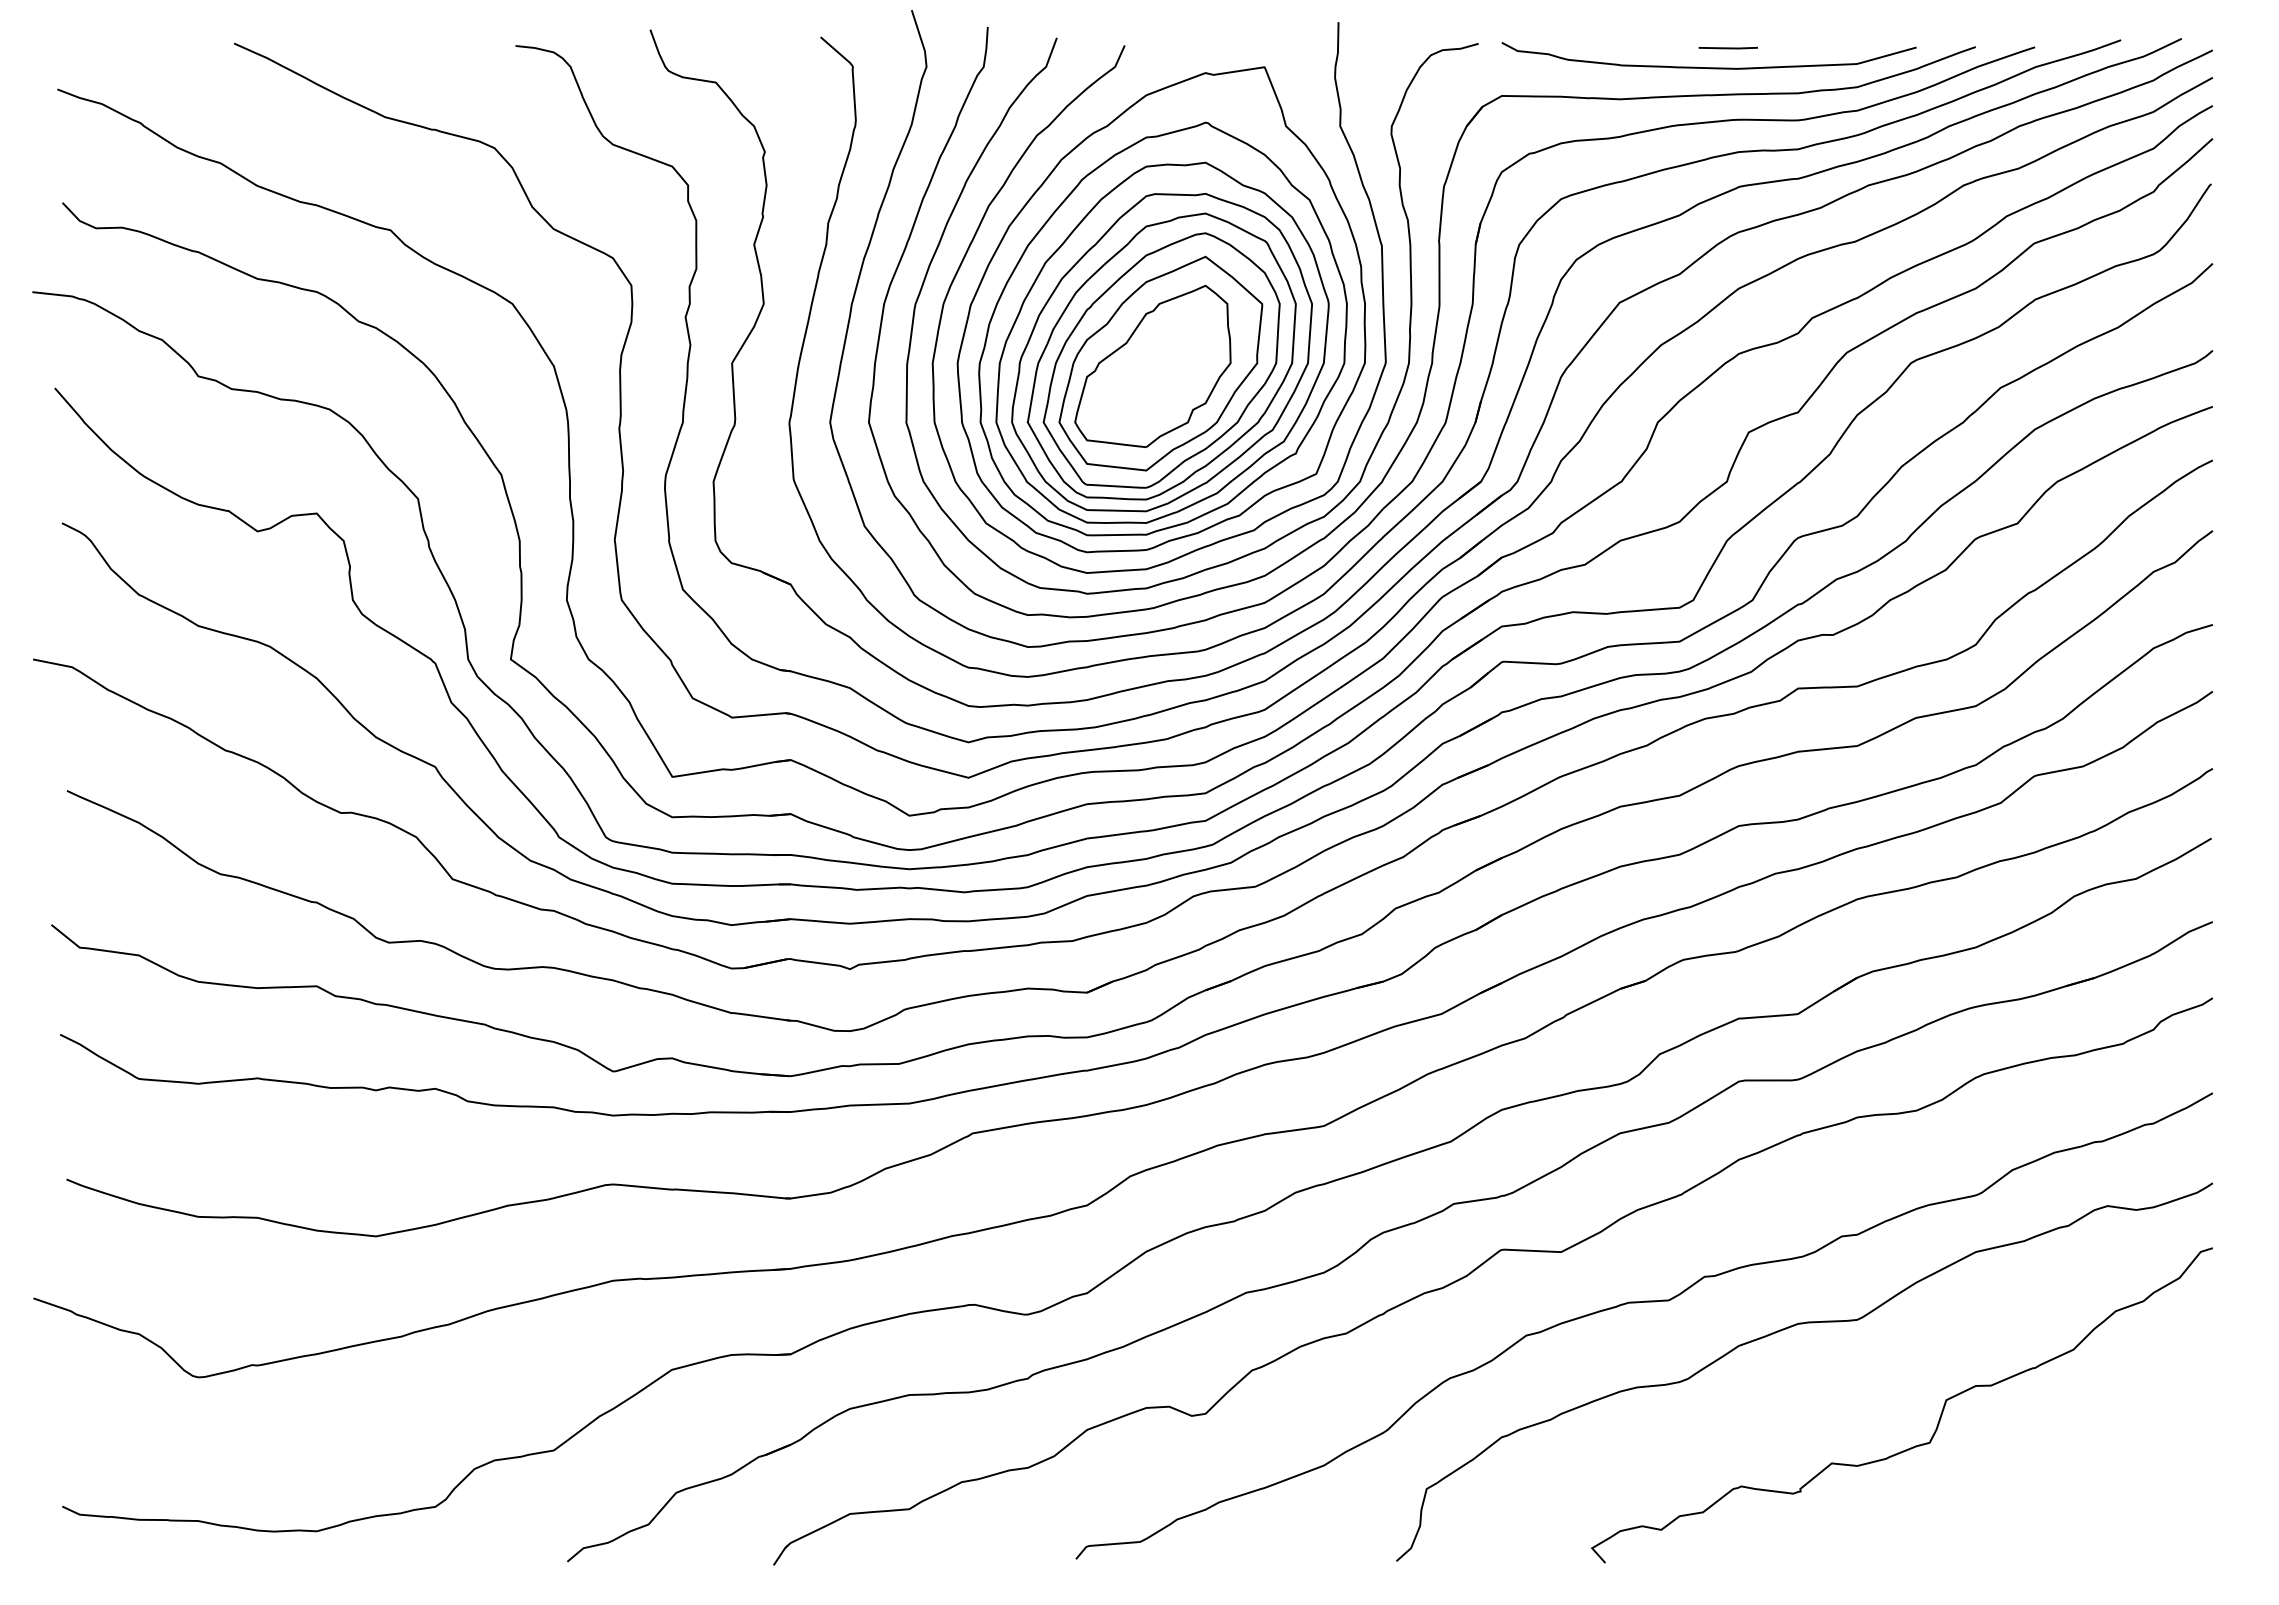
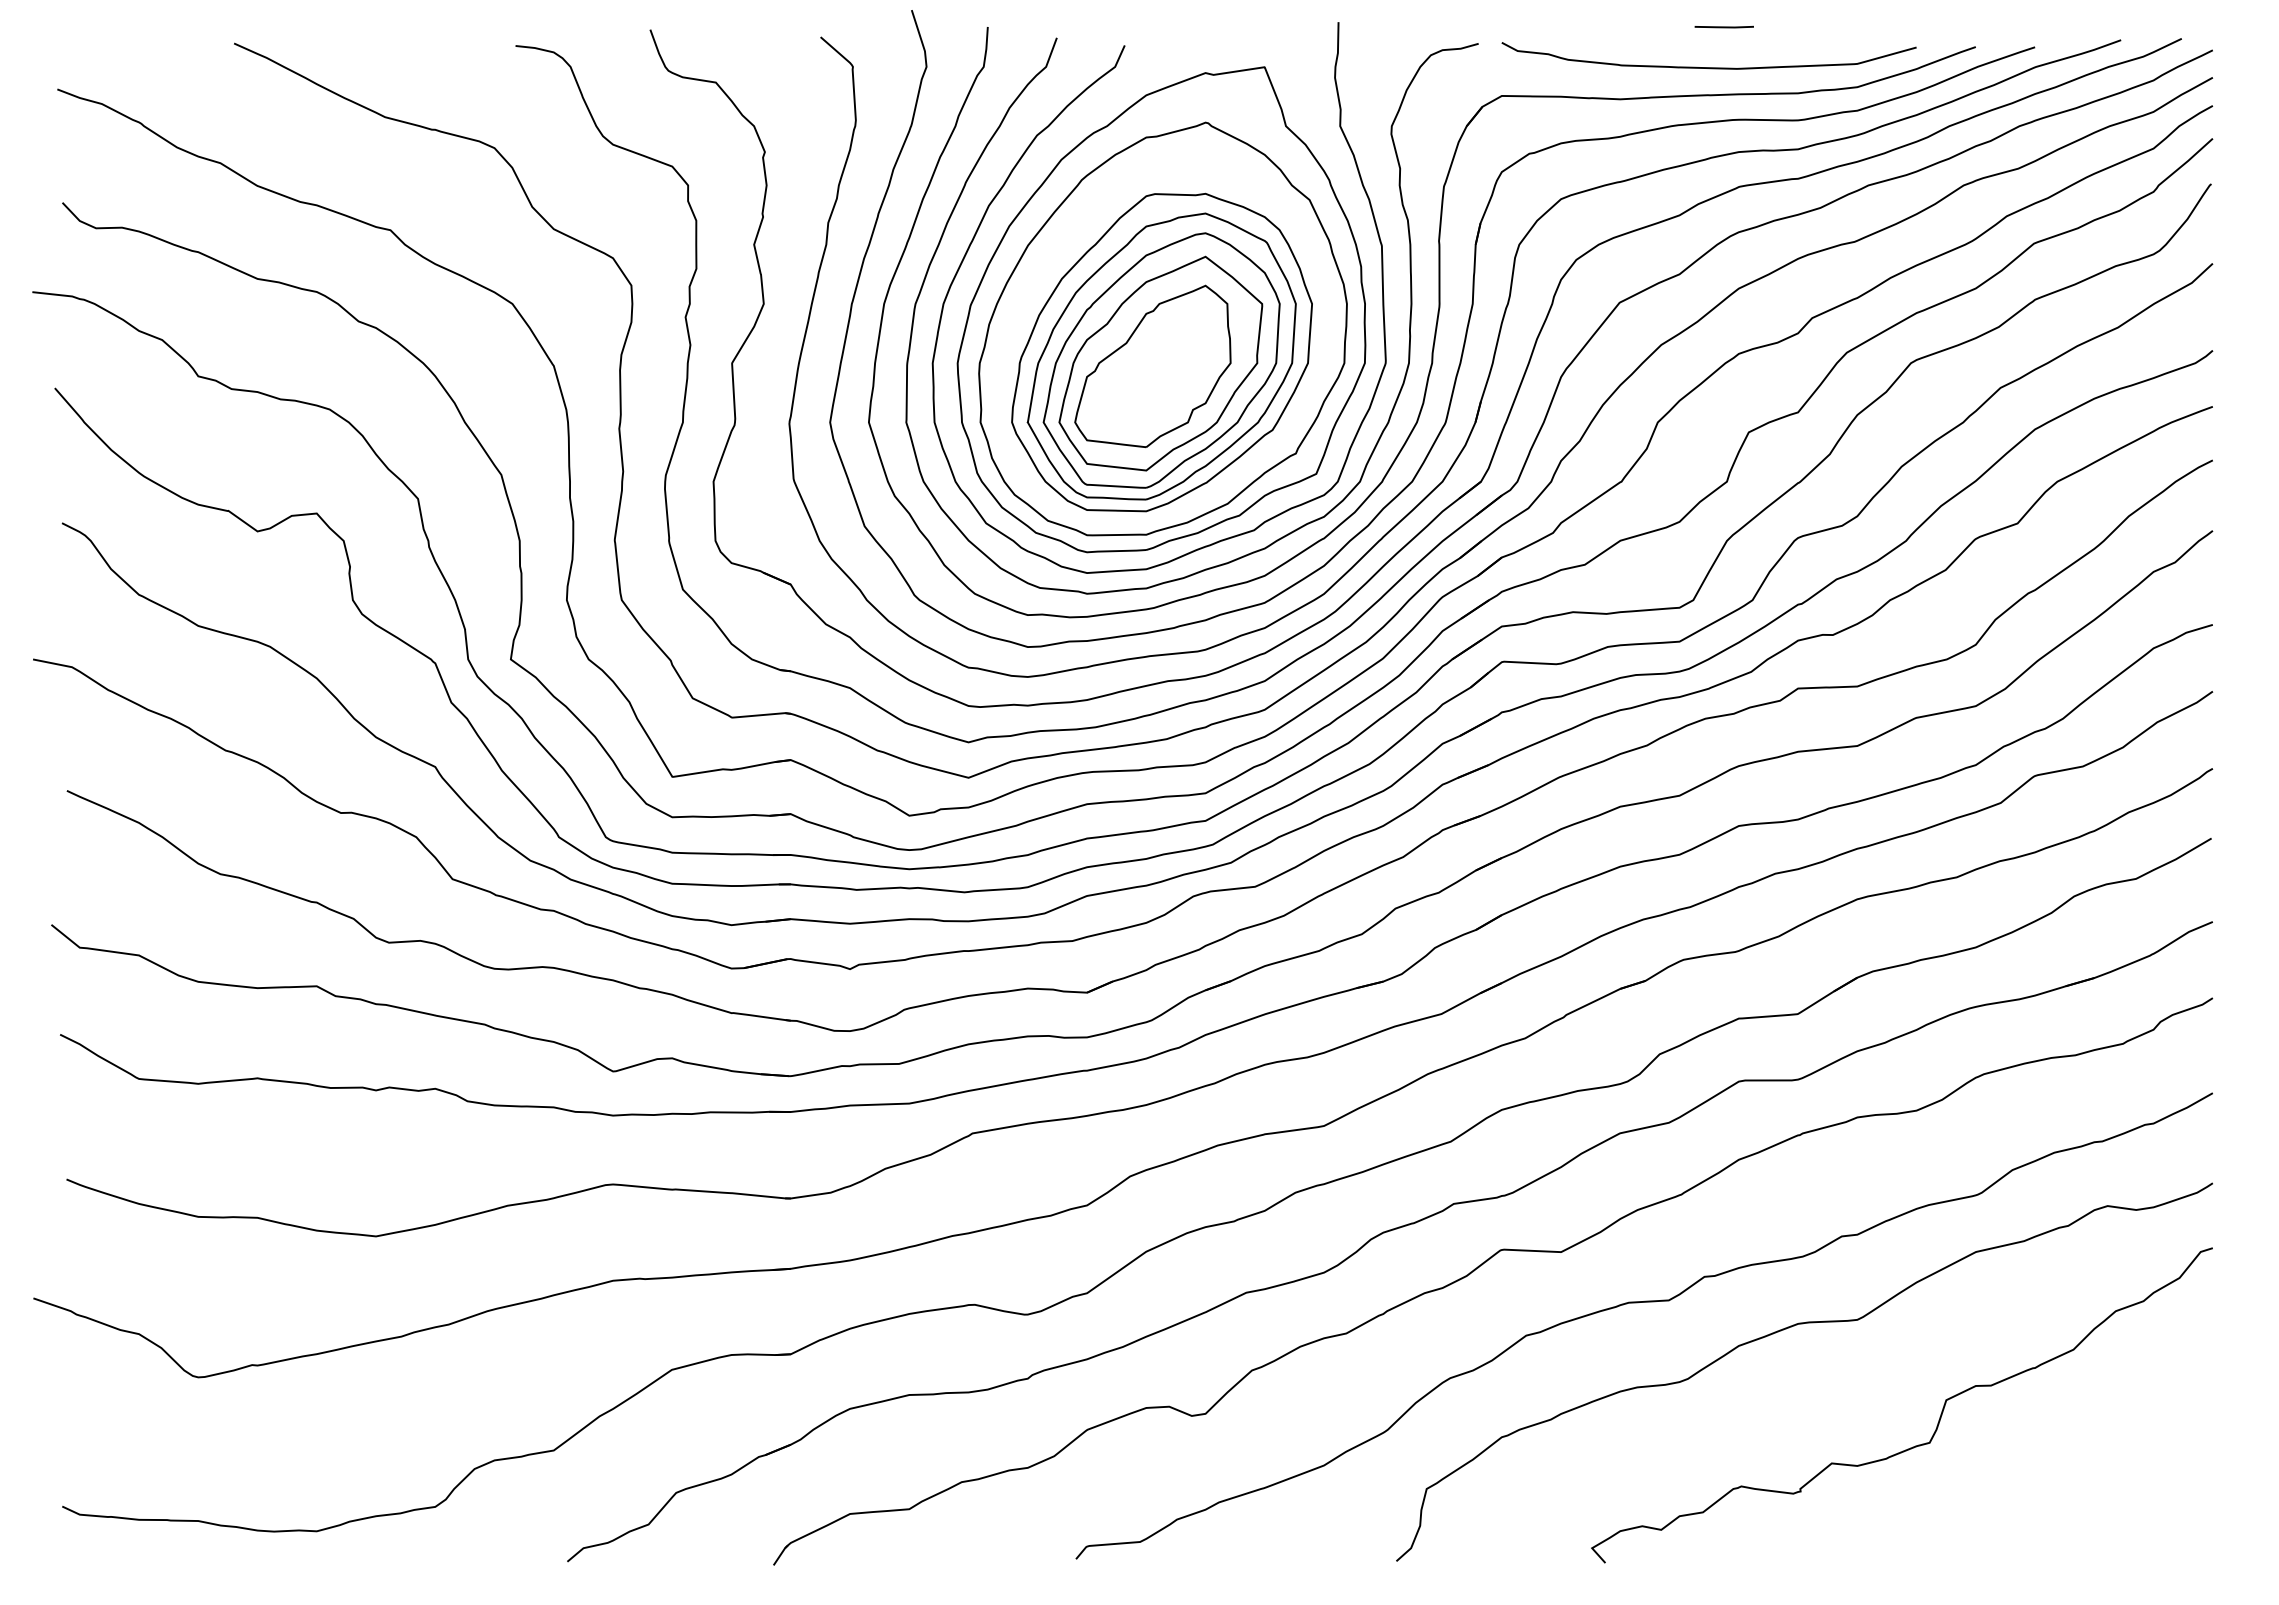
line at (1727, 47) position: (1727, 47) -> (1723, 26)
part at (1162, 342): present -> none
